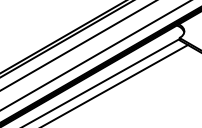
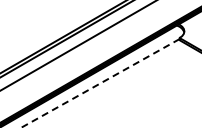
line at (95, 55): present -> none
line at (100, 83): solid -> dashed
line at (116, 84): present -> none
